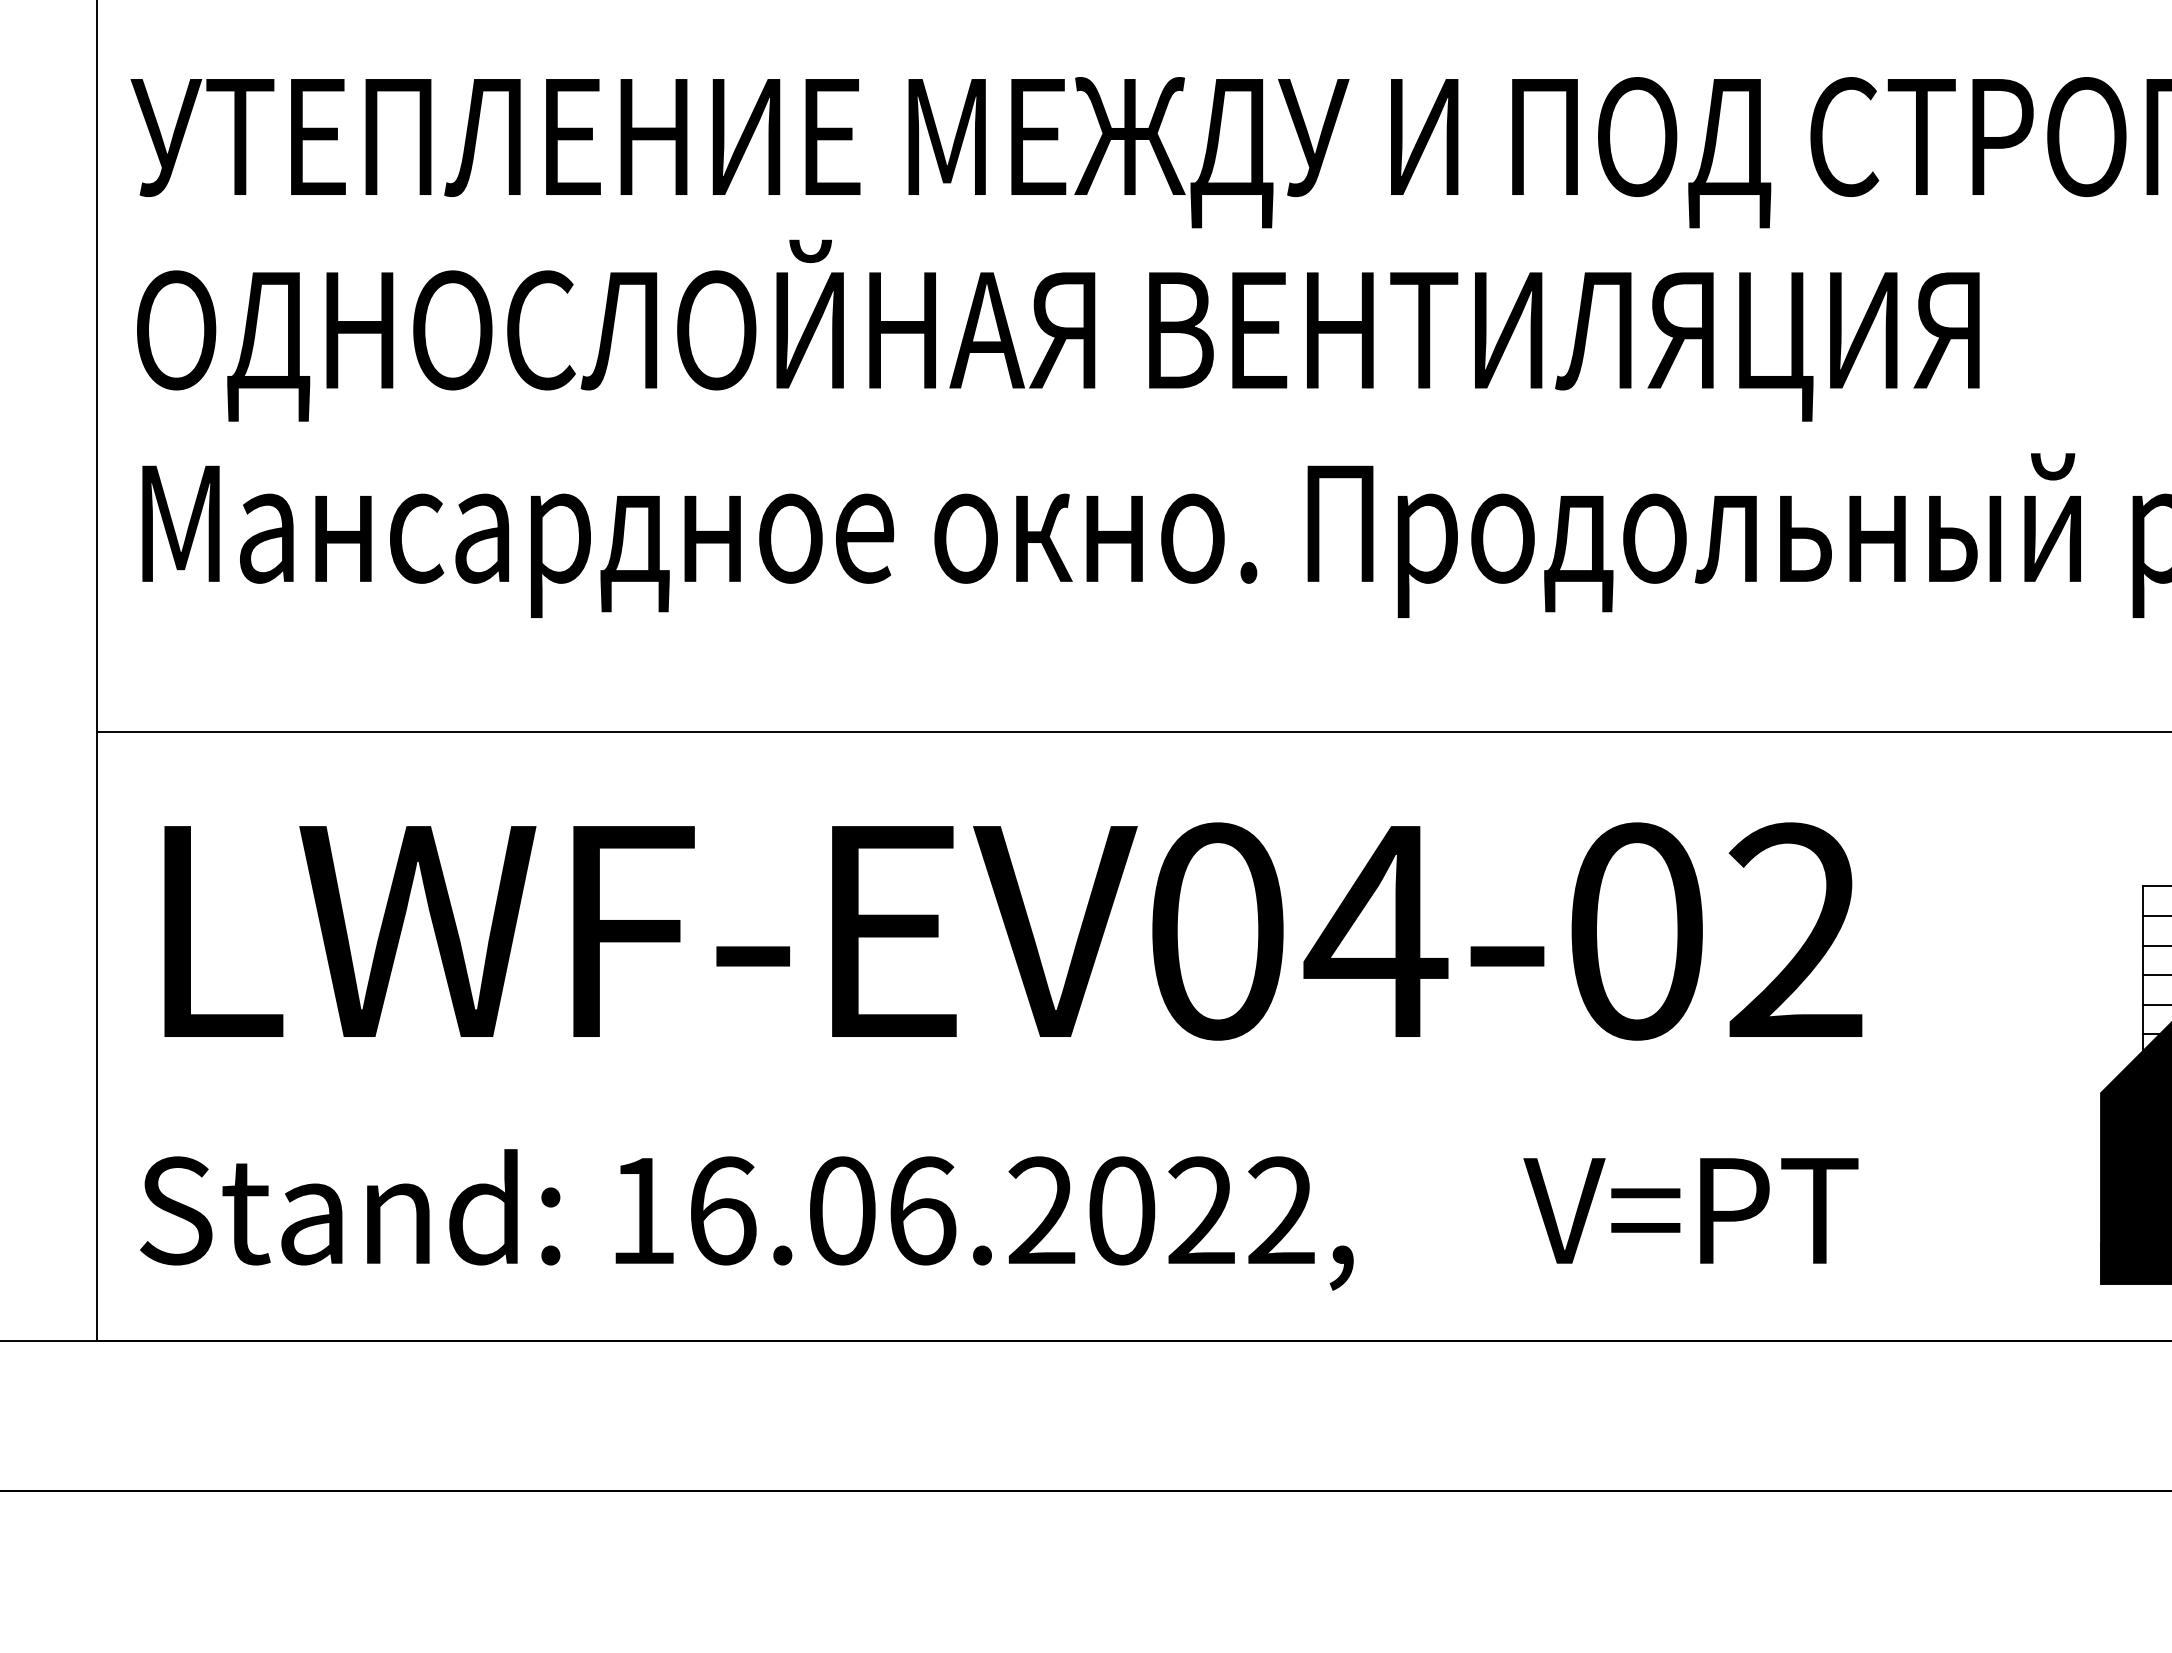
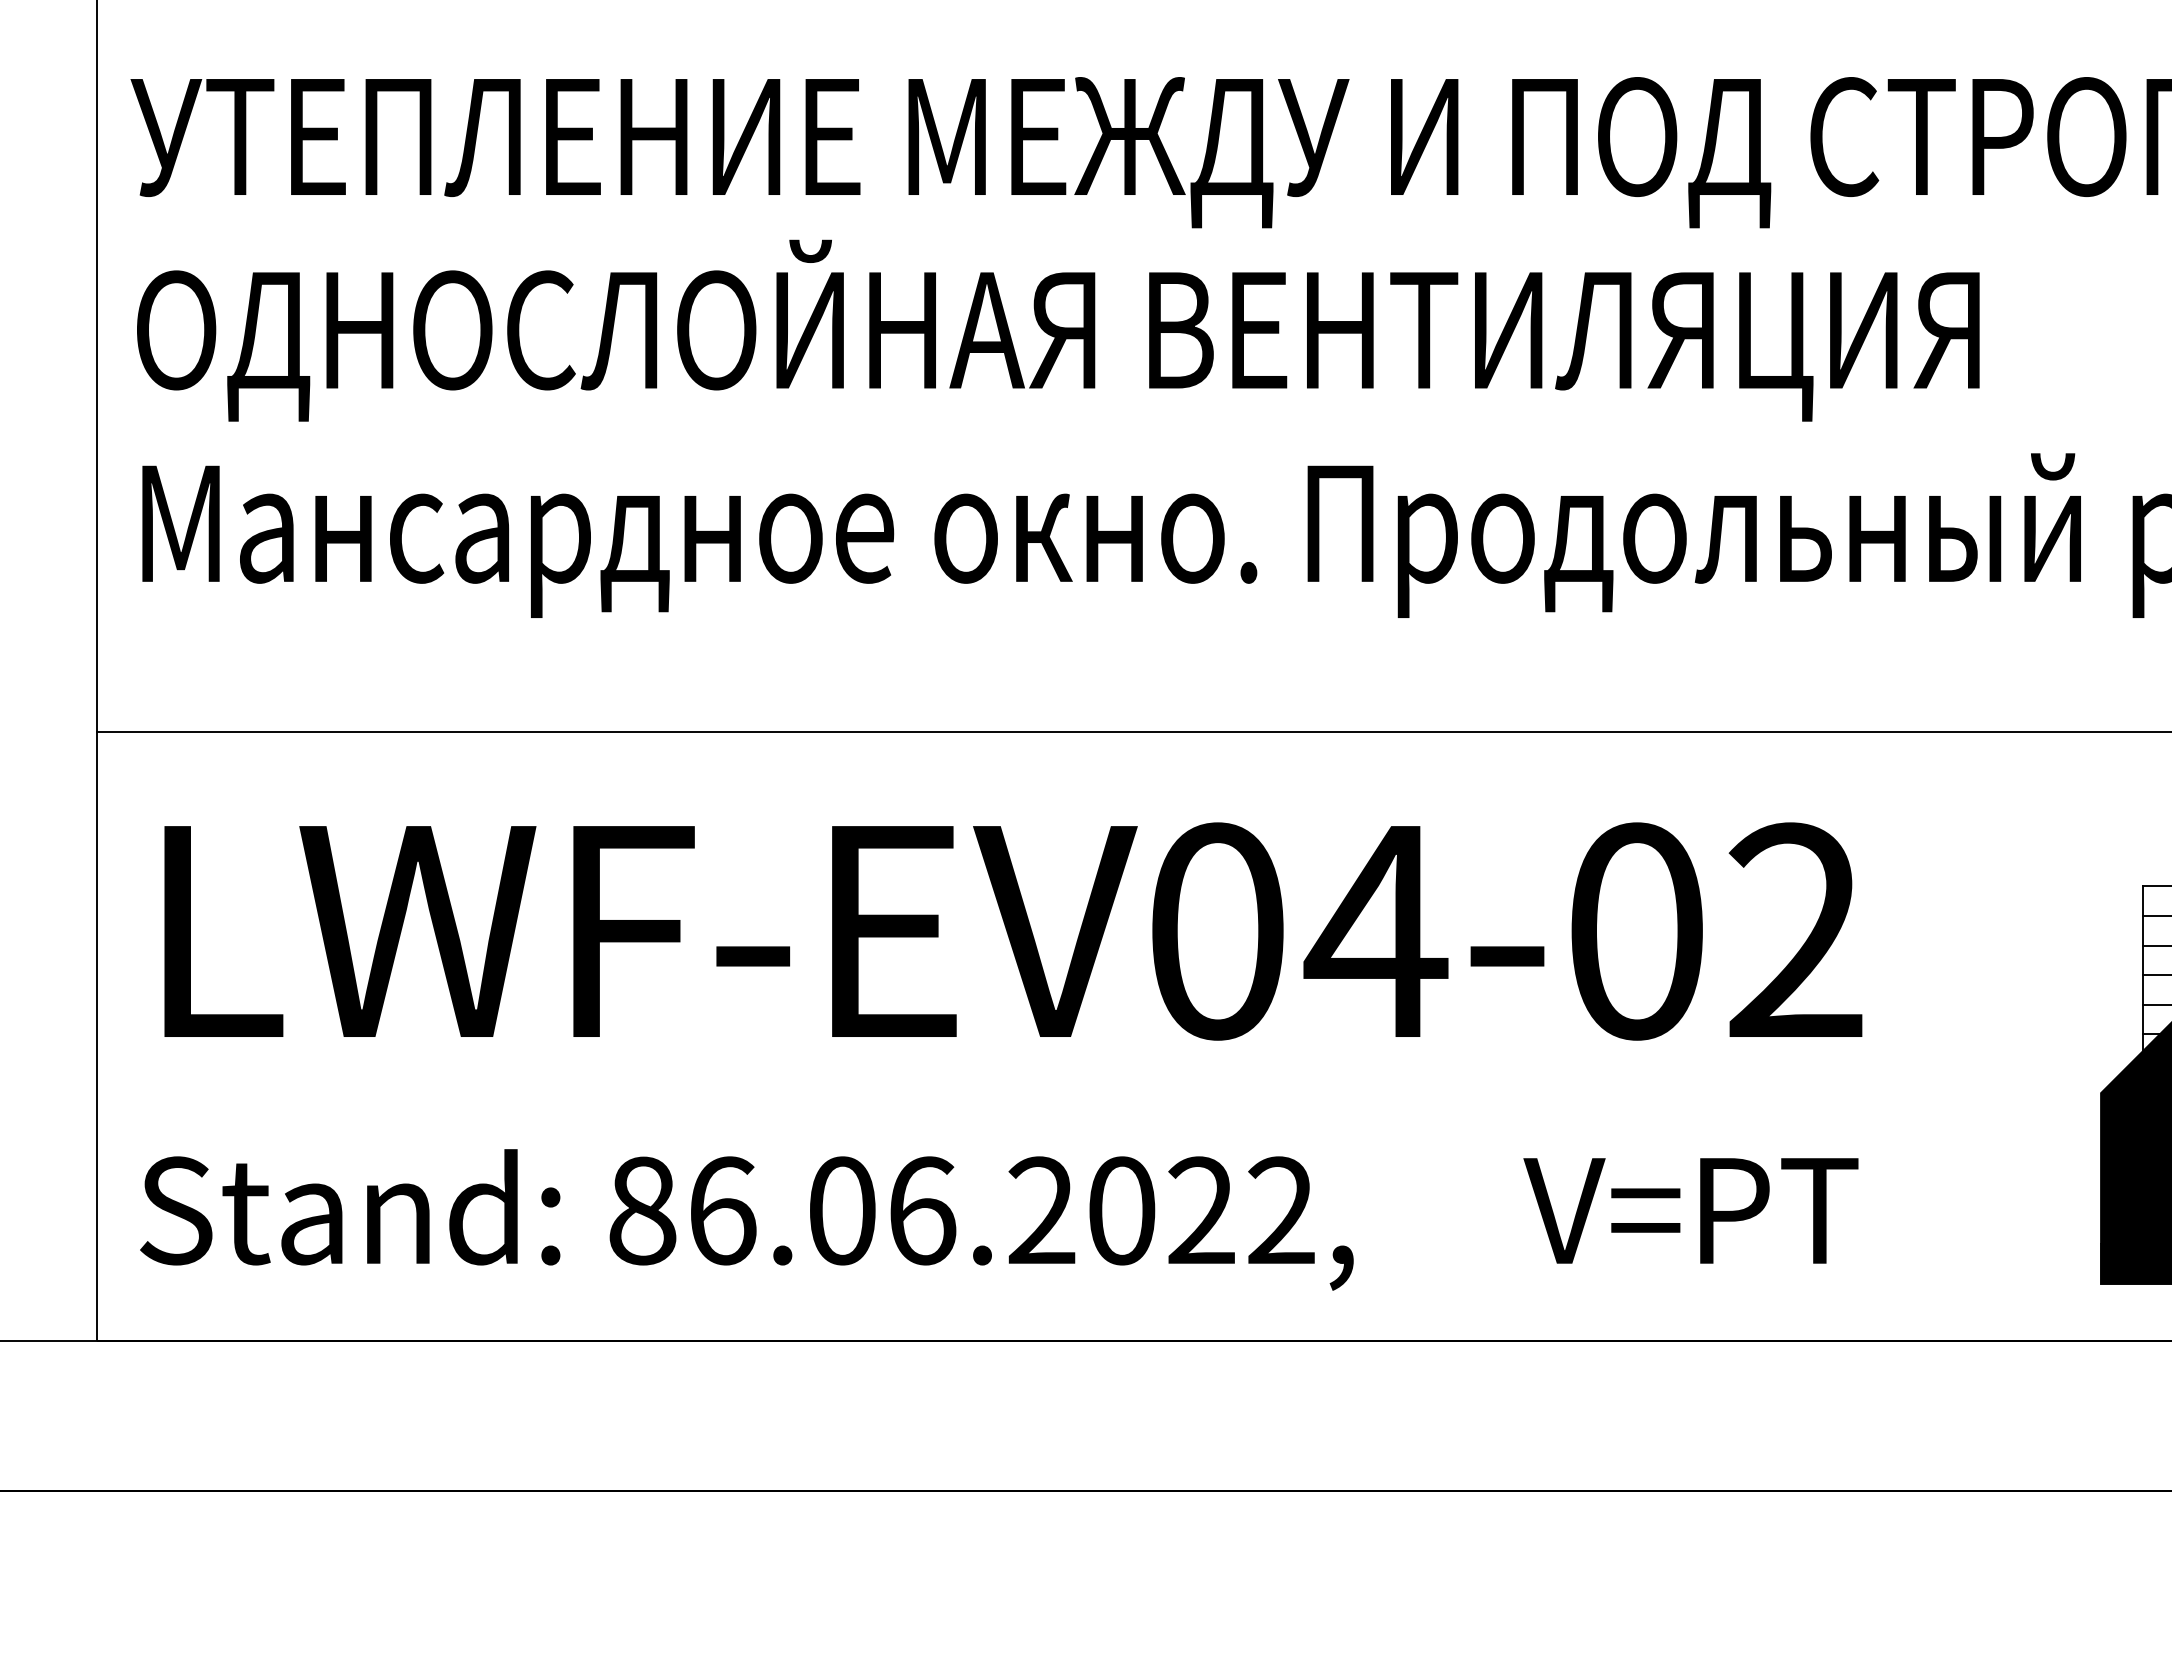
text at (642, 1210): 16.06.2022, -> 86.06.2022,
